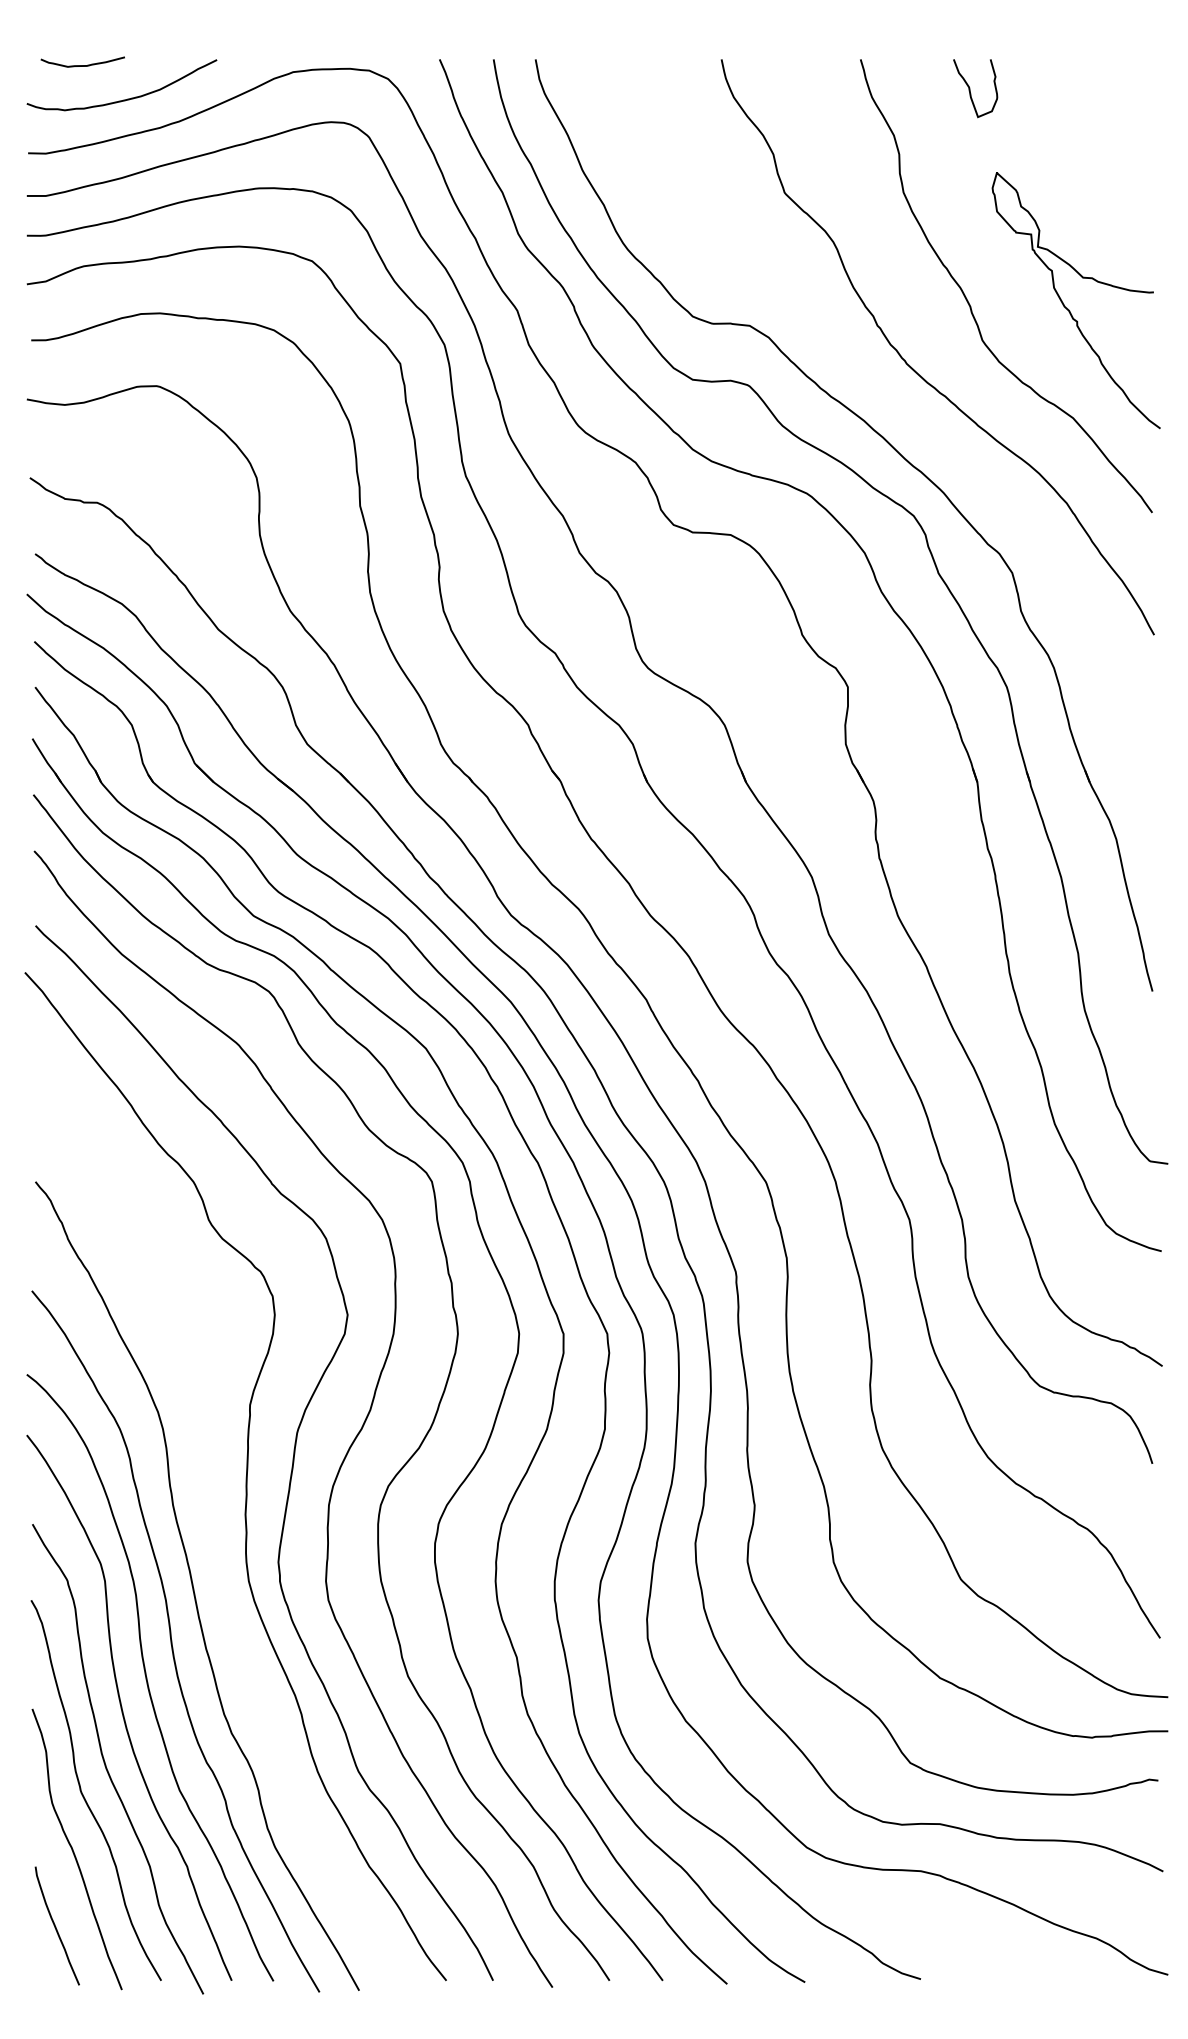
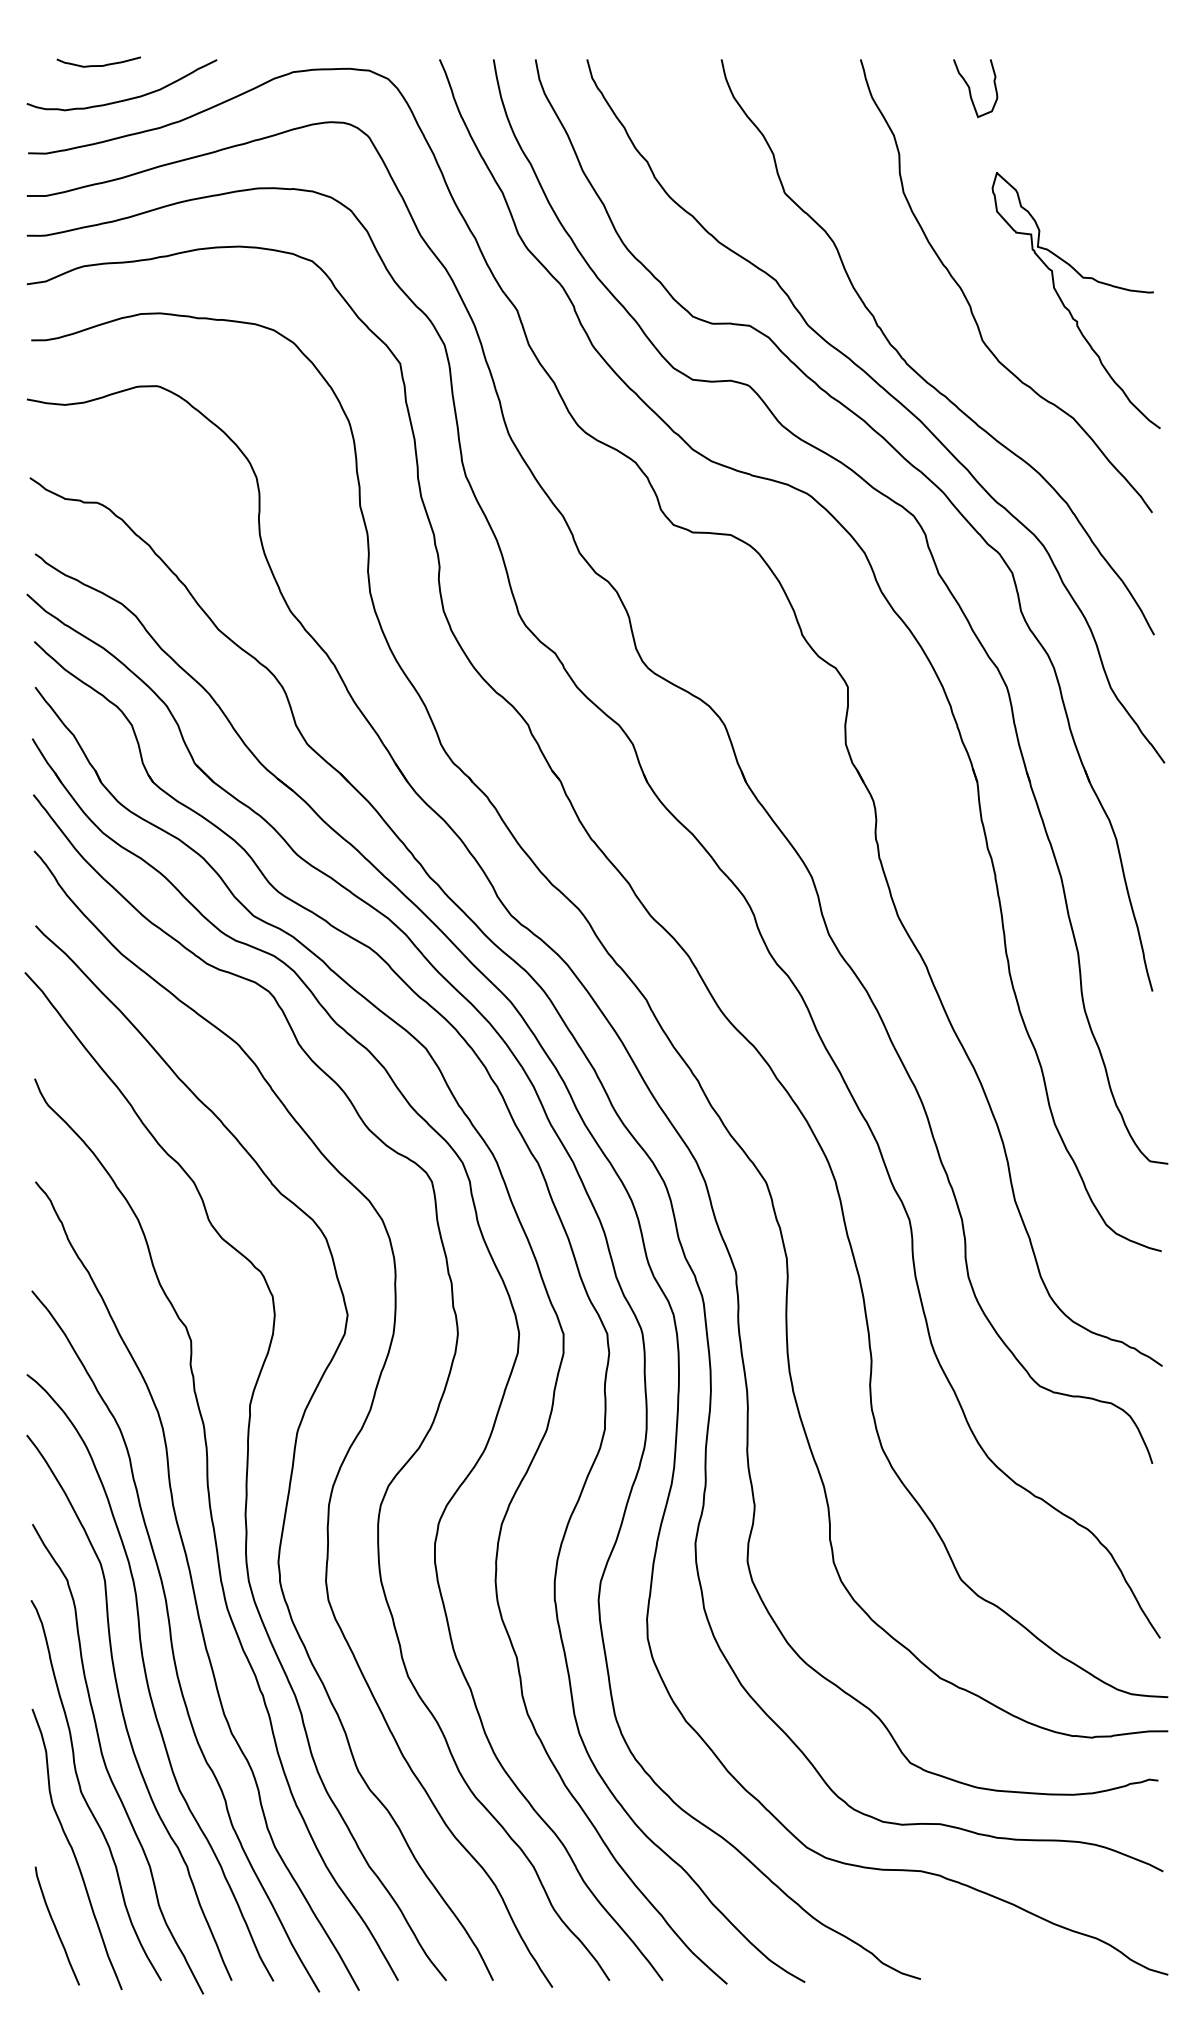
curve at (82, 65) position: (82, 65) -> (98, 65)
curve at (890, 396): none -> present
curve at (214, 1529): none -> present
